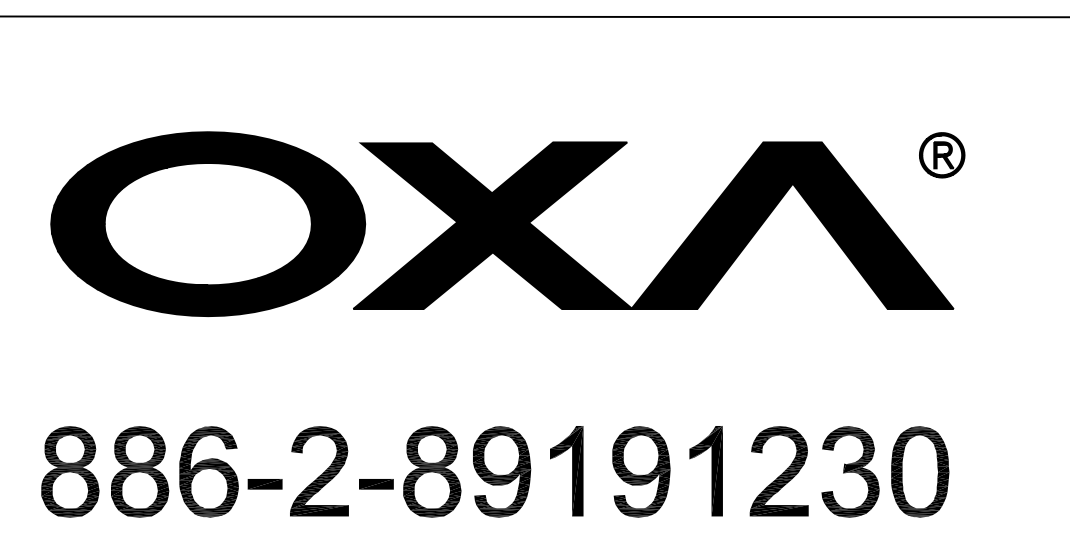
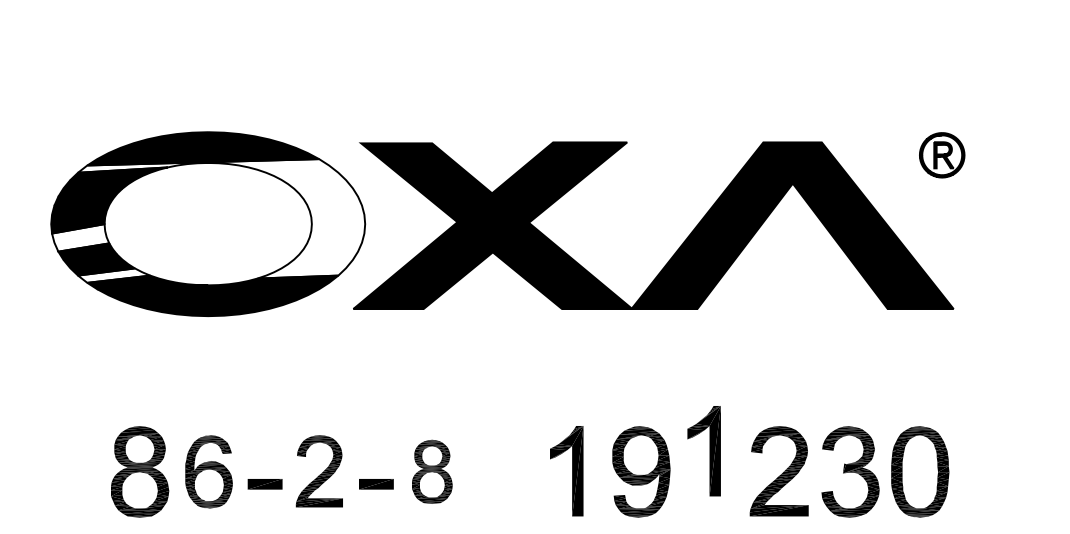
line at (534, 16): present -> none
fill at (221, 218): present -> none
fill at (80, 237): present -> none
fill at (114, 275): present -> none
part at (70, 471): present -> none
part at (208, 471) size: 60x92 px -> 48x74 px
part at (319, 471) size: 59x91 px -> 48x73 px
part at (432, 471) size: 59x92 px -> 41x65 px
part at (502, 471): present -> none
part at (705, 471) position: (705, 471) -> (703, 451)
